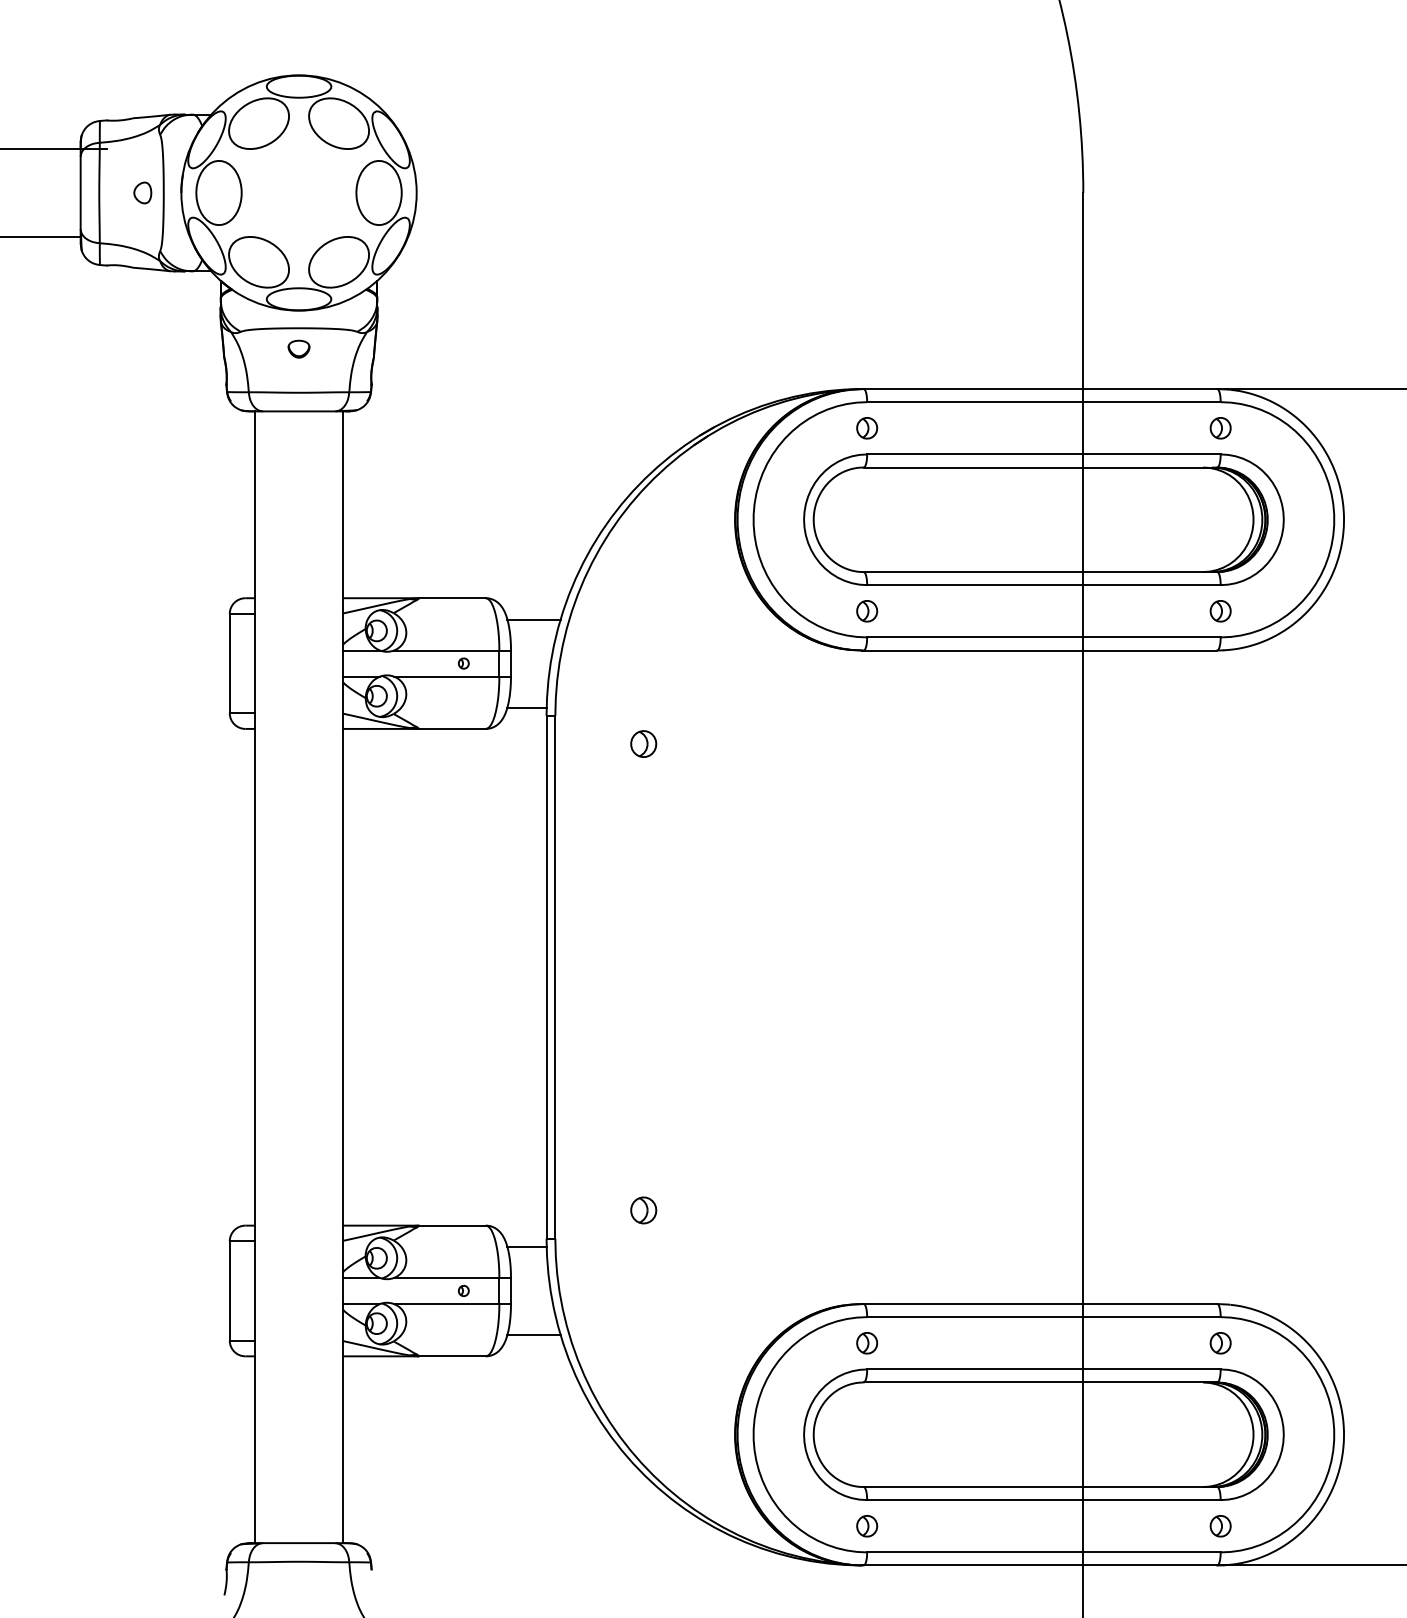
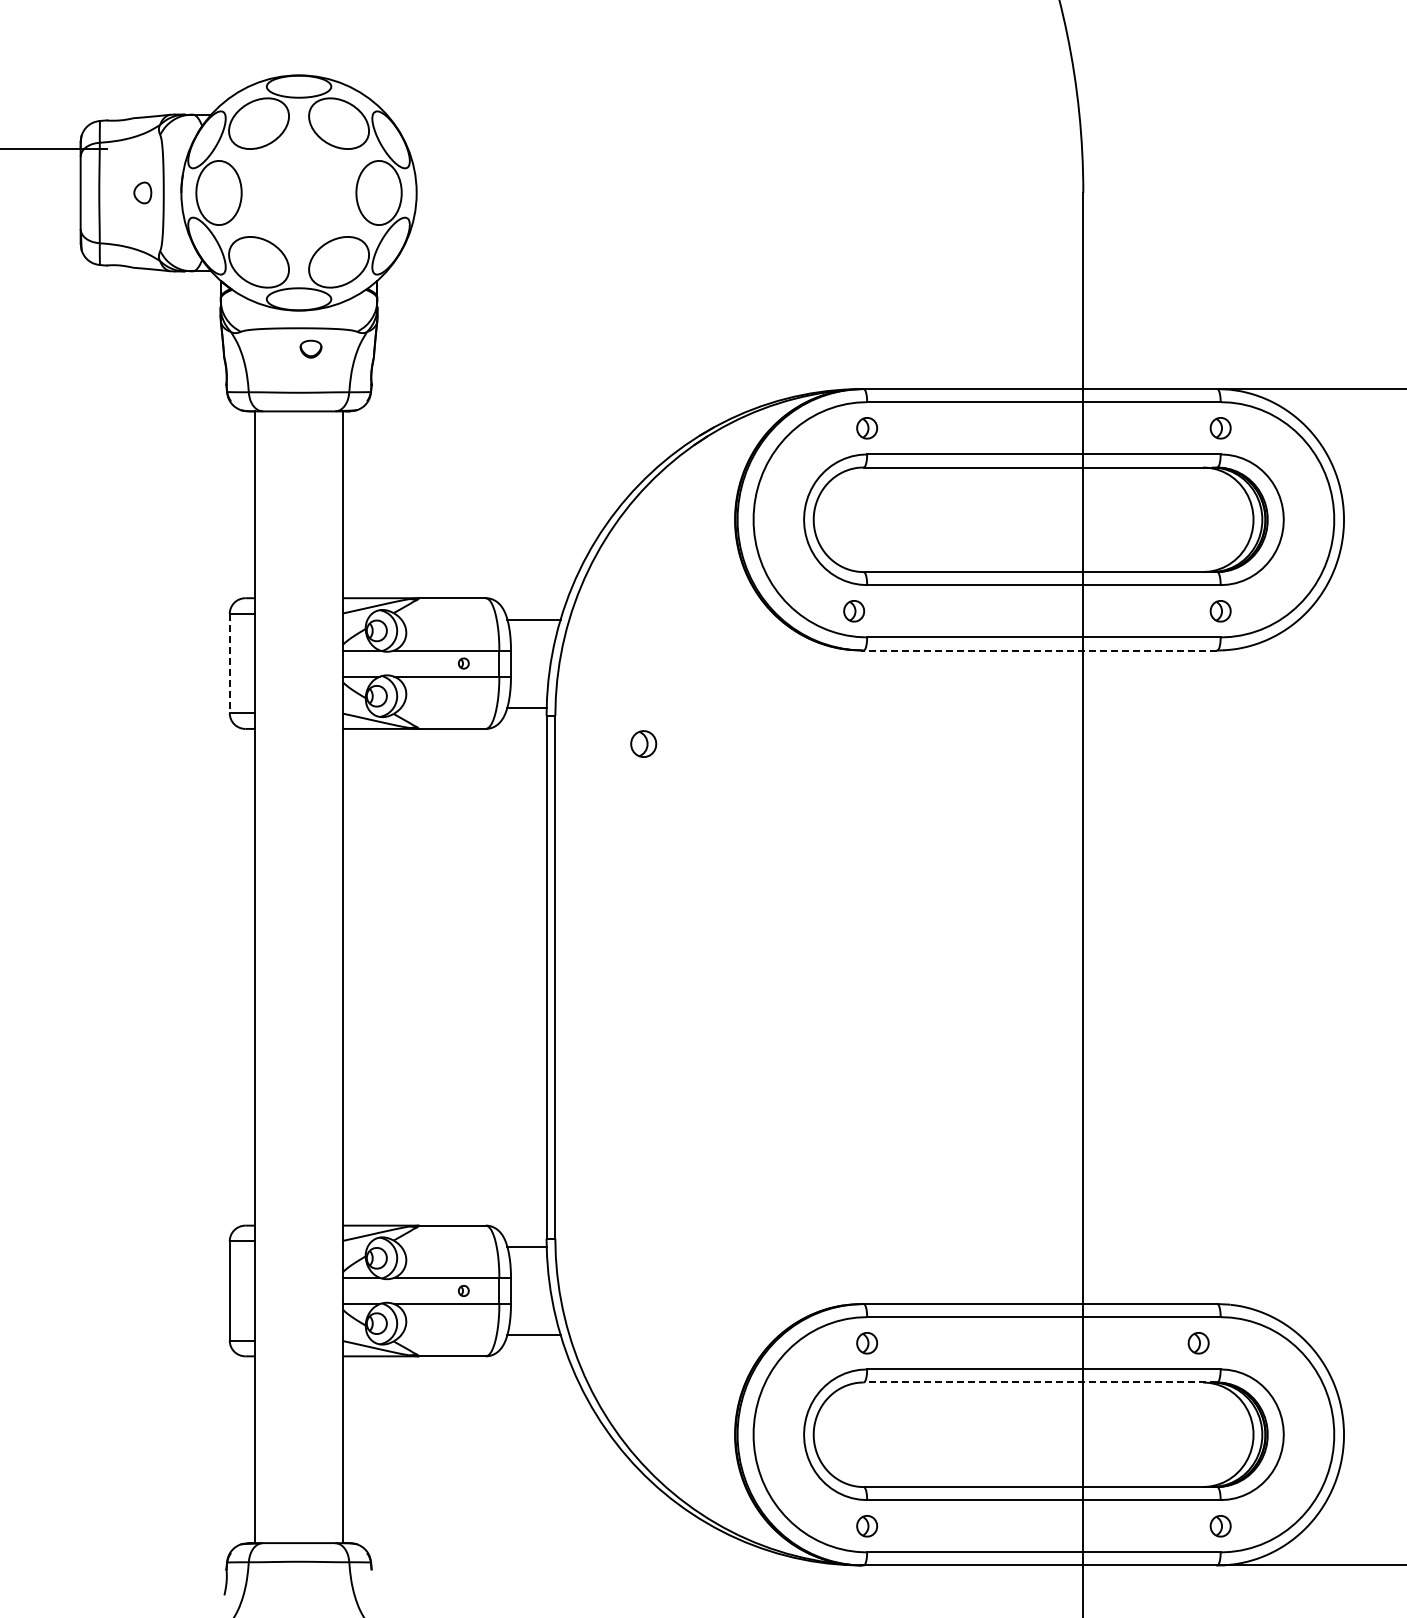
line at (41, 237): present -> none
part at (298, 348) position: (298, 348) -> (310, 348)
part at (867, 611) position: (867, 611) -> (854, 611)
line at (1040, 650): solid -> dashed
line at (229, 663): solid -> dashed
part at (643, 1210): present -> none
part at (1220, 1343) position: (1220, 1343) -> (1198, 1343)
line at (1040, 1382): solid -> dashed
